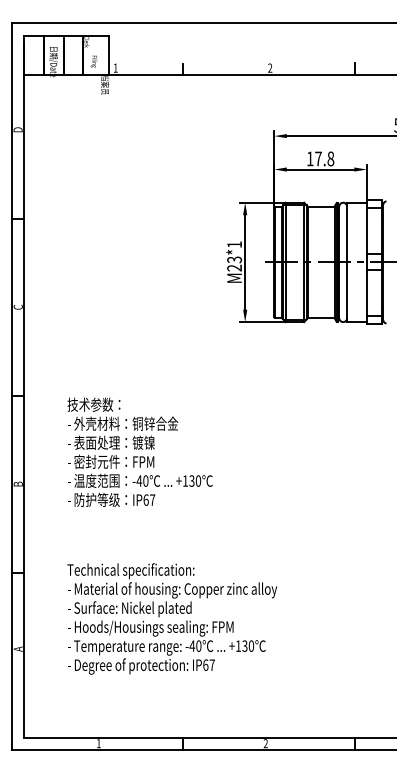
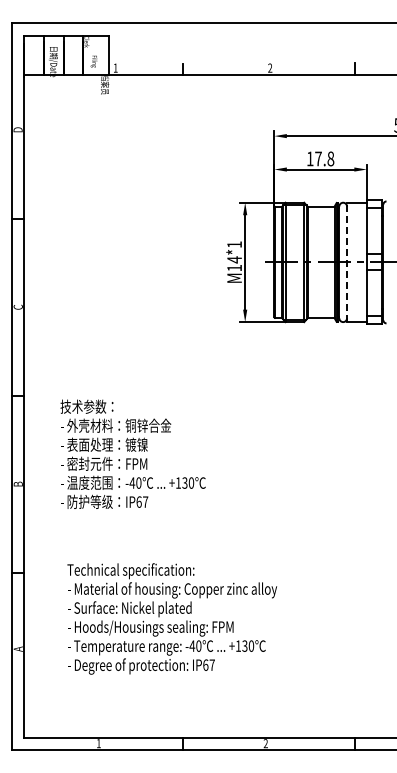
line at (347, 261): solid -> dashed
text at (234, 263): M23*1 -> M14*1
text at (139, 451) position: (139, 451) -> (132, 453)
